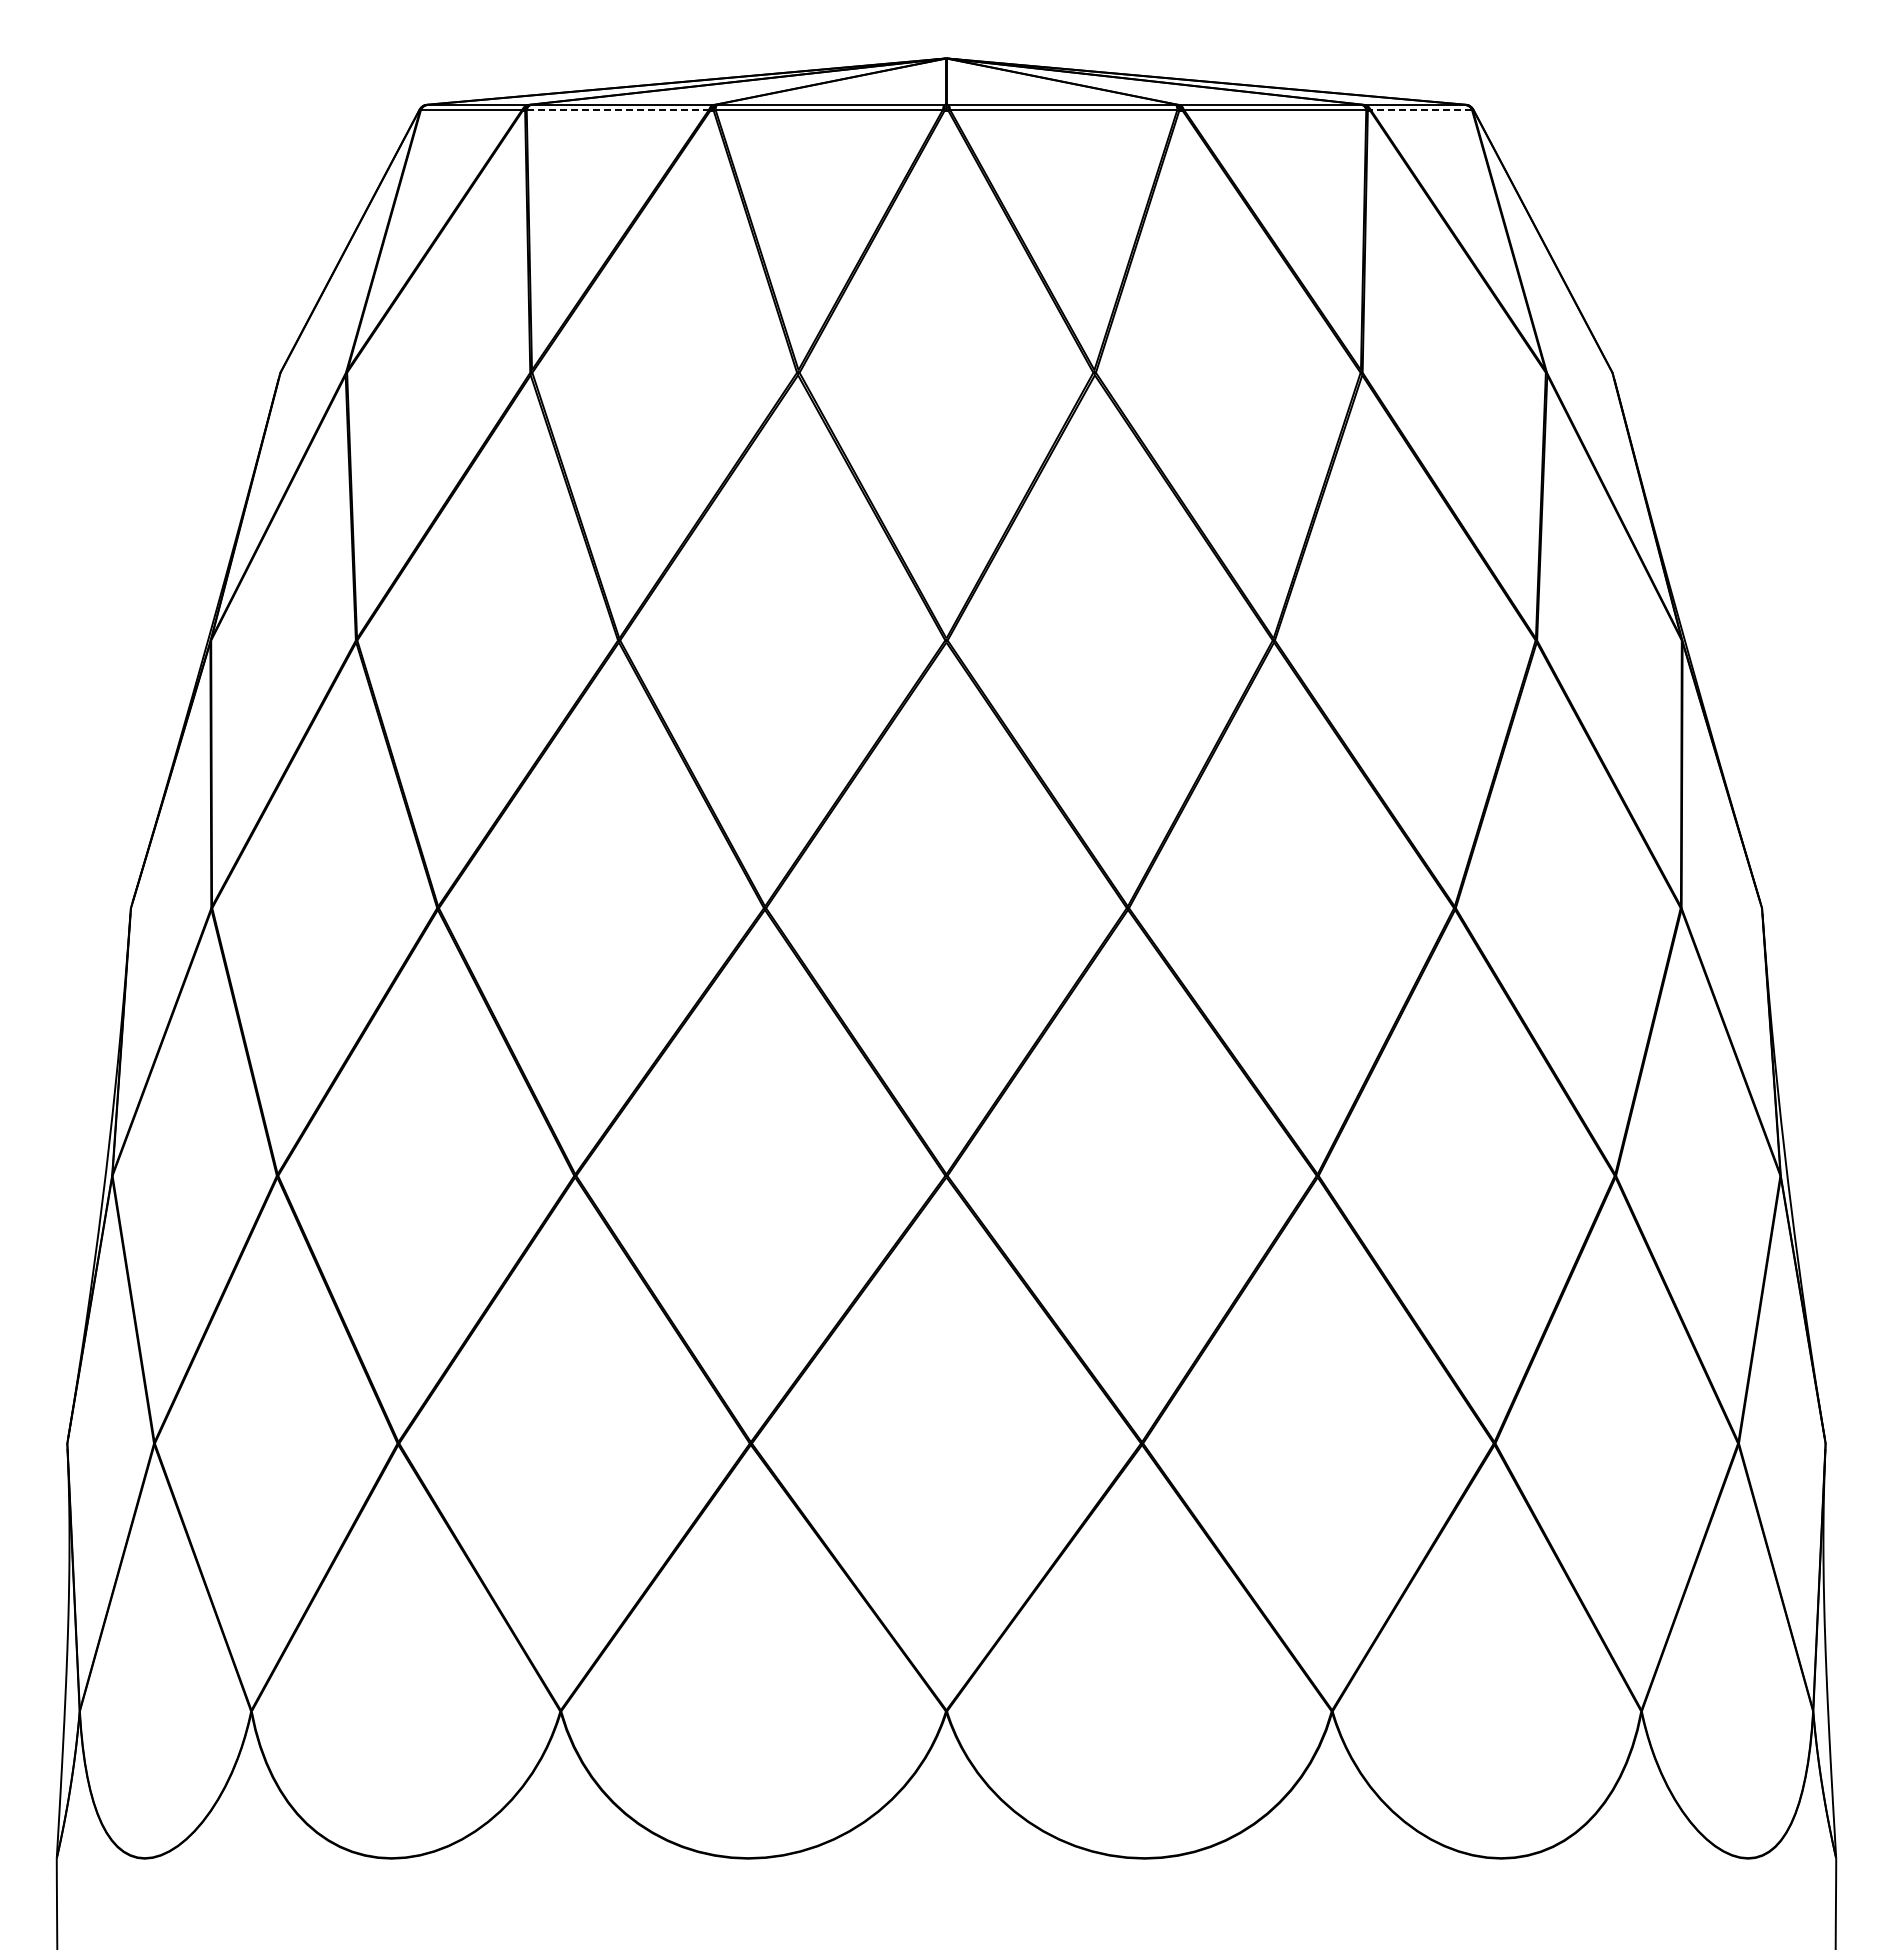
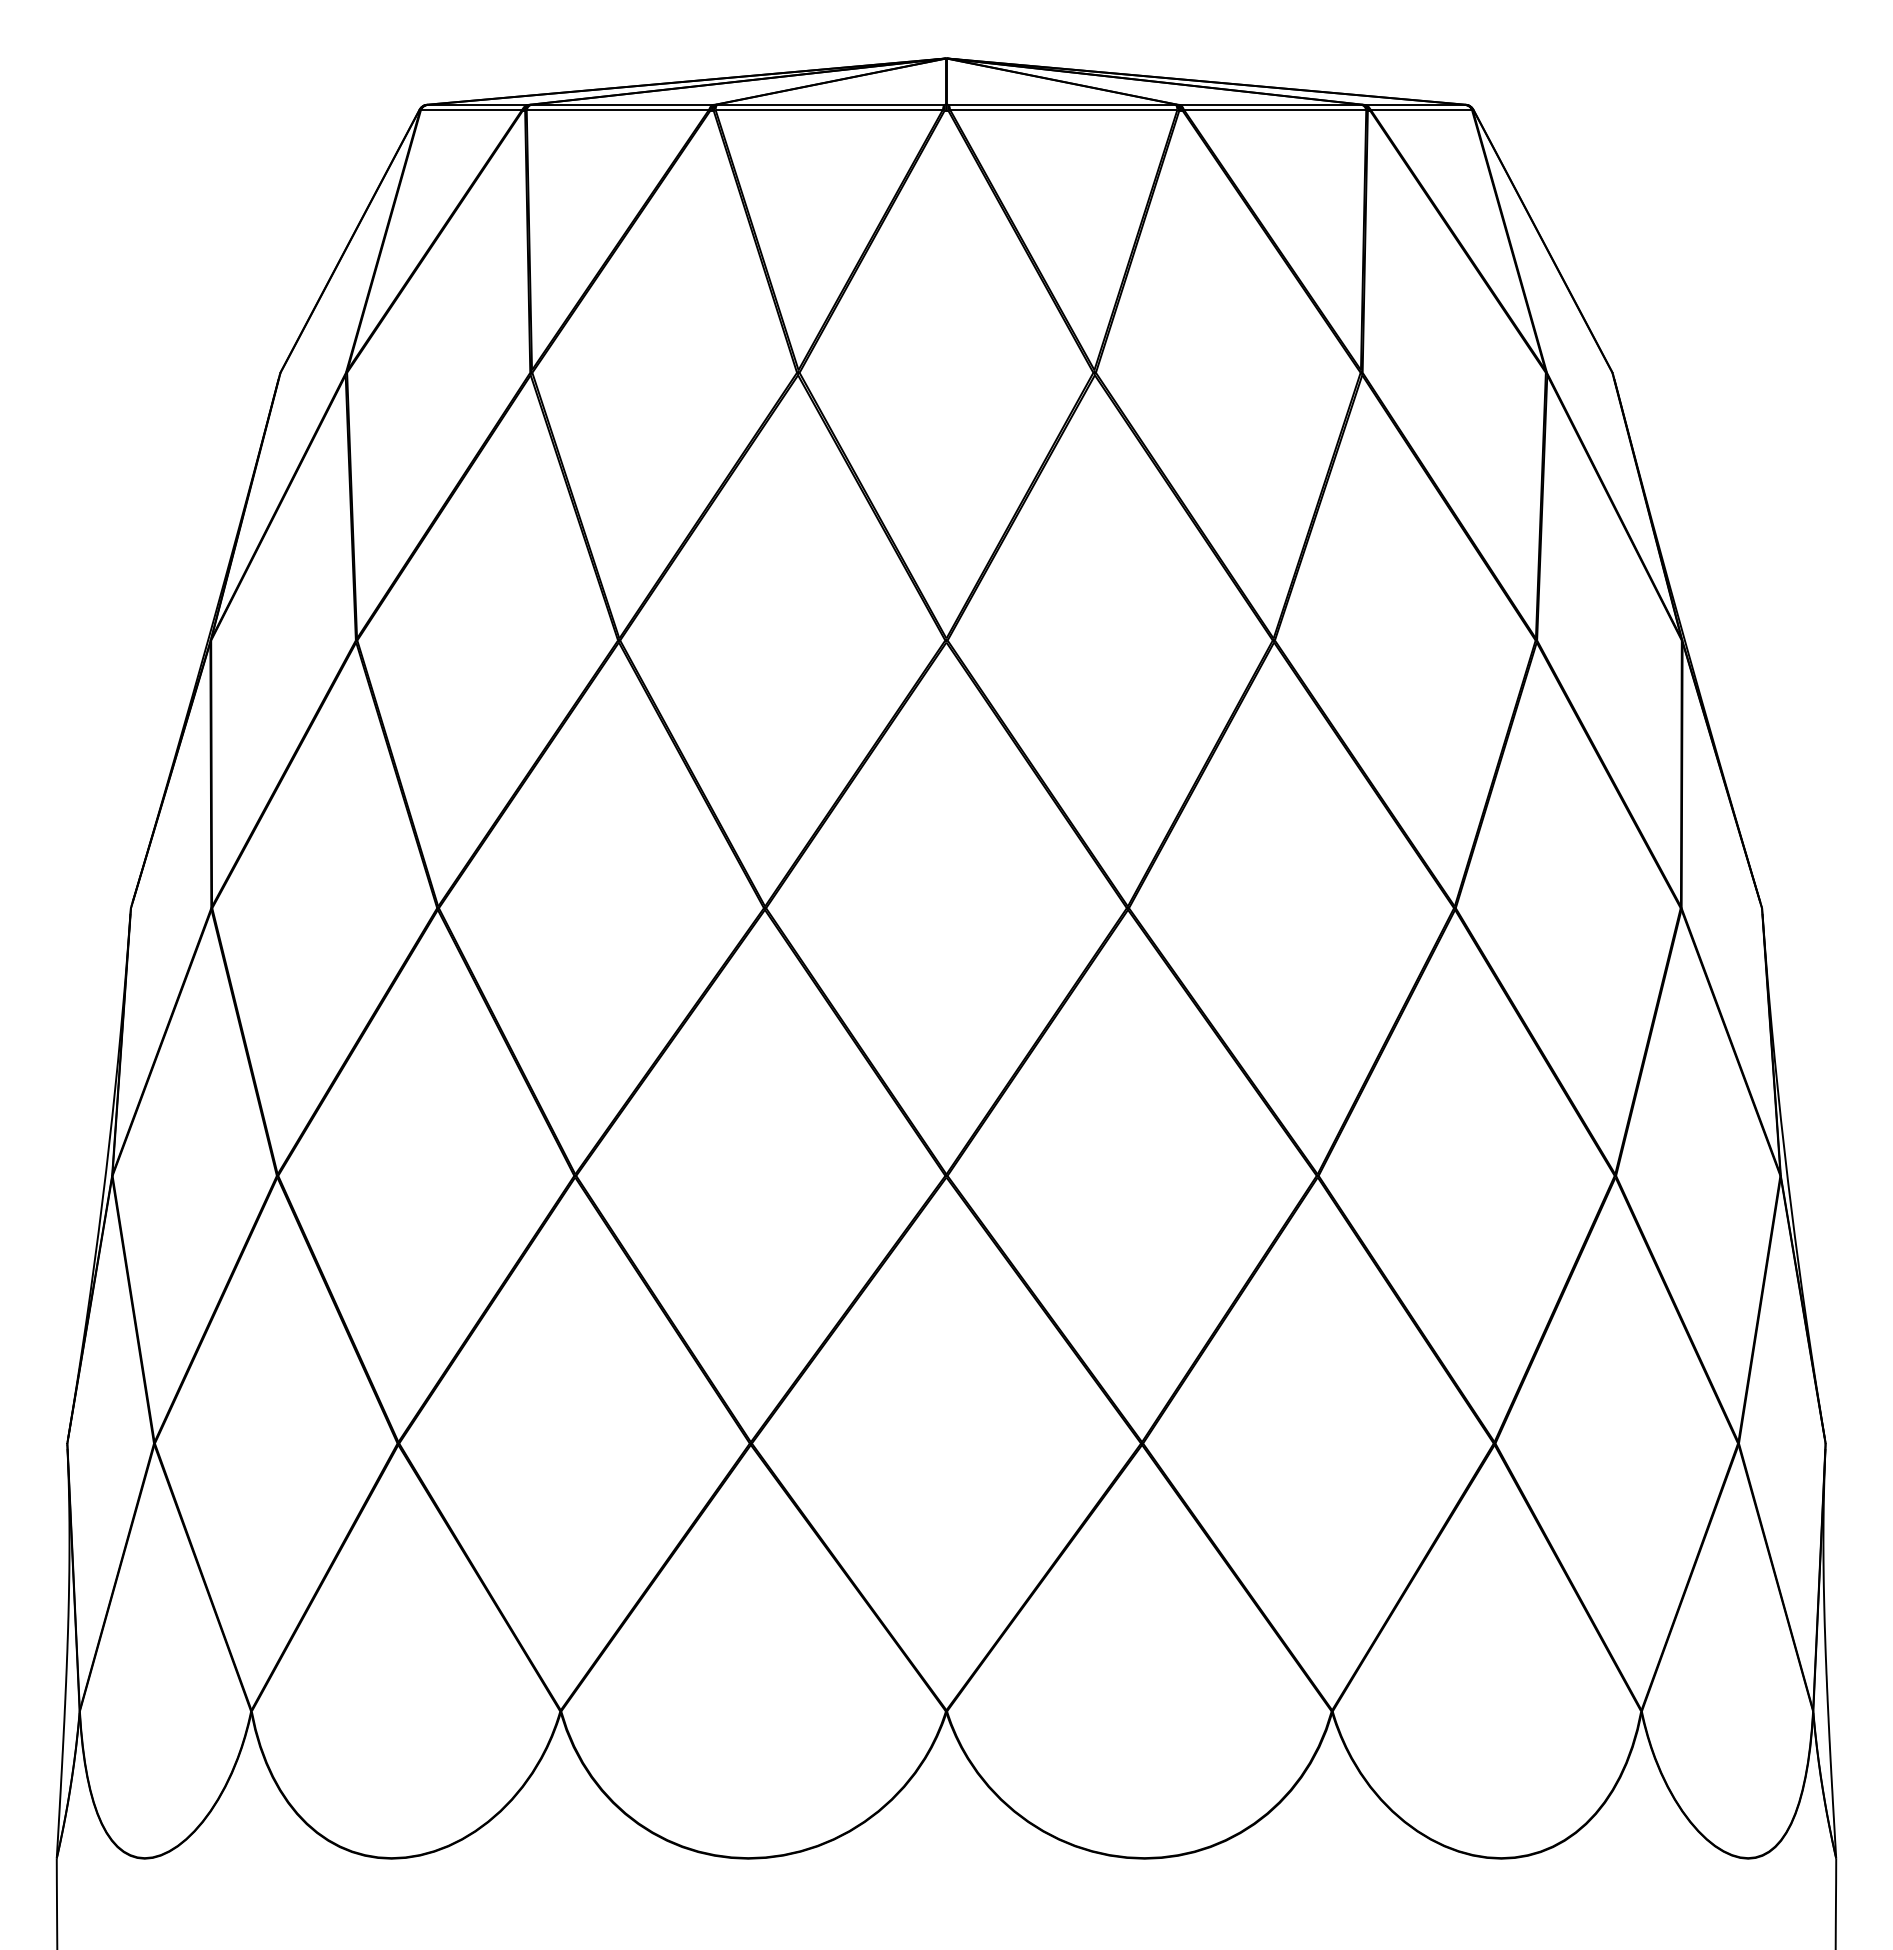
line at (618, 109): dashed -> solid
line at (1421, 109): dashed -> solid
